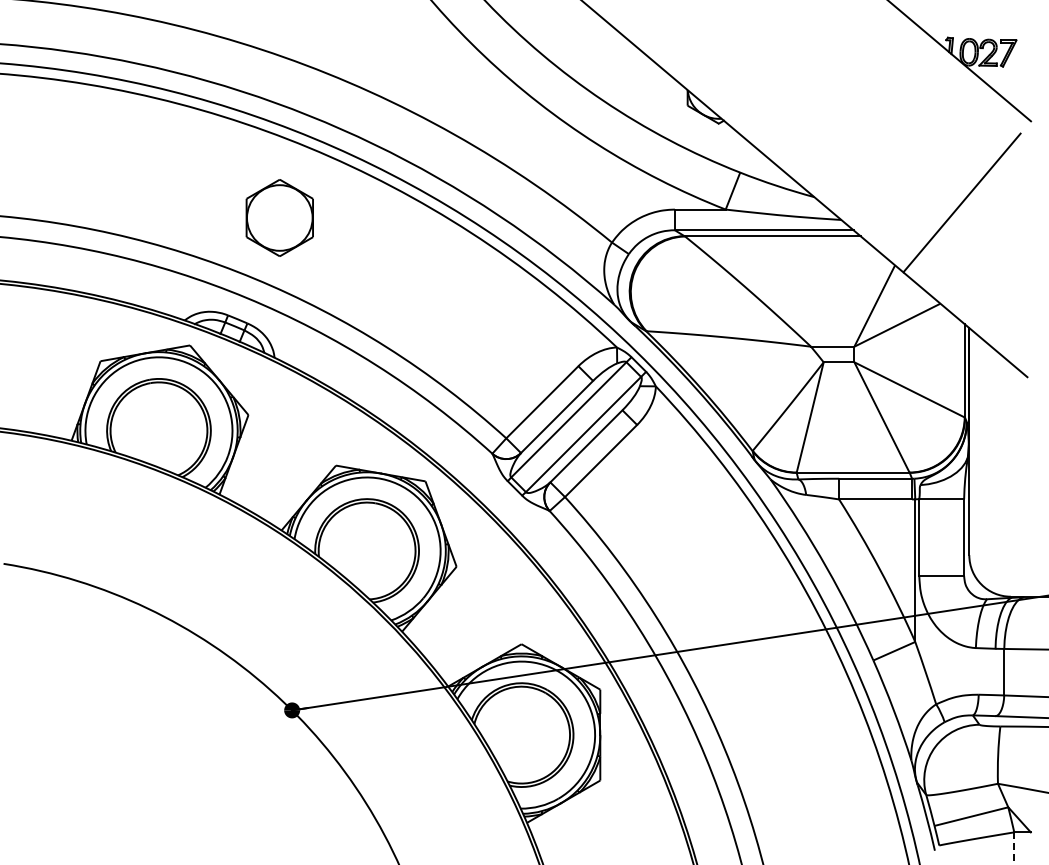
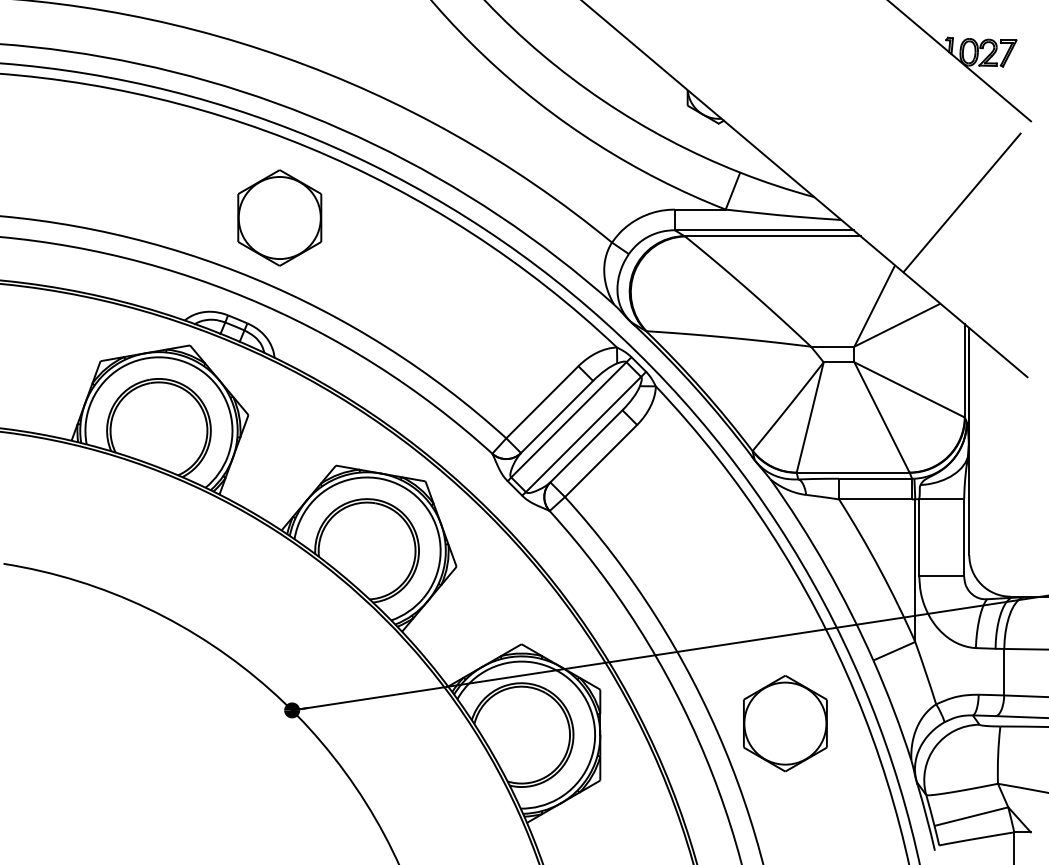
part at (279, 217) size: 69x78 px -> 86x98 px
part at (785, 723): none -> present
line at (1014, 849): dashed -> solid
